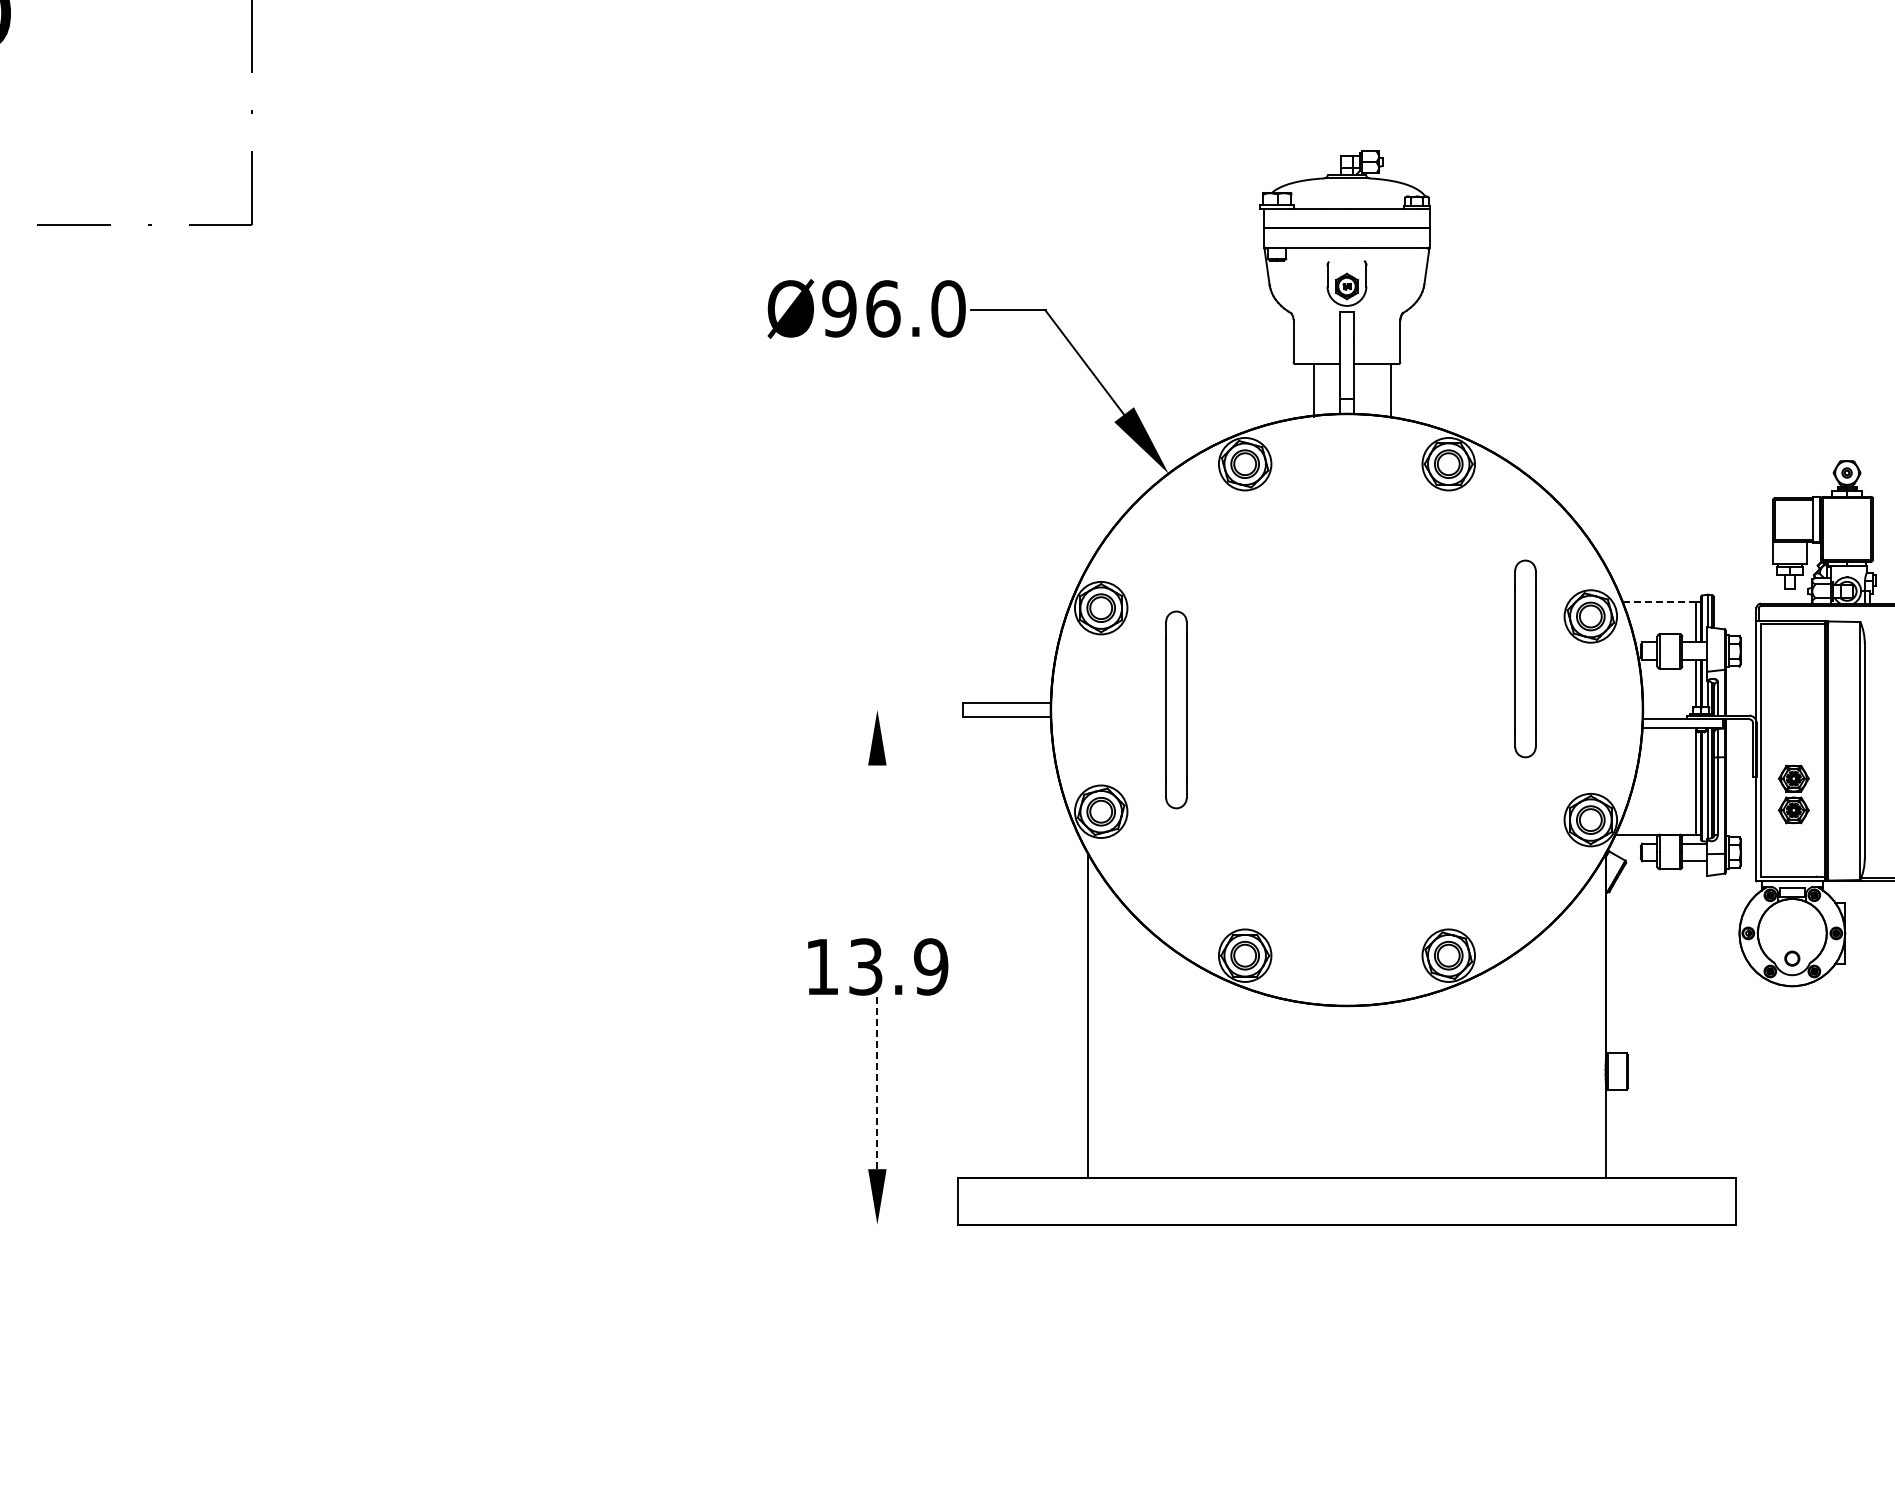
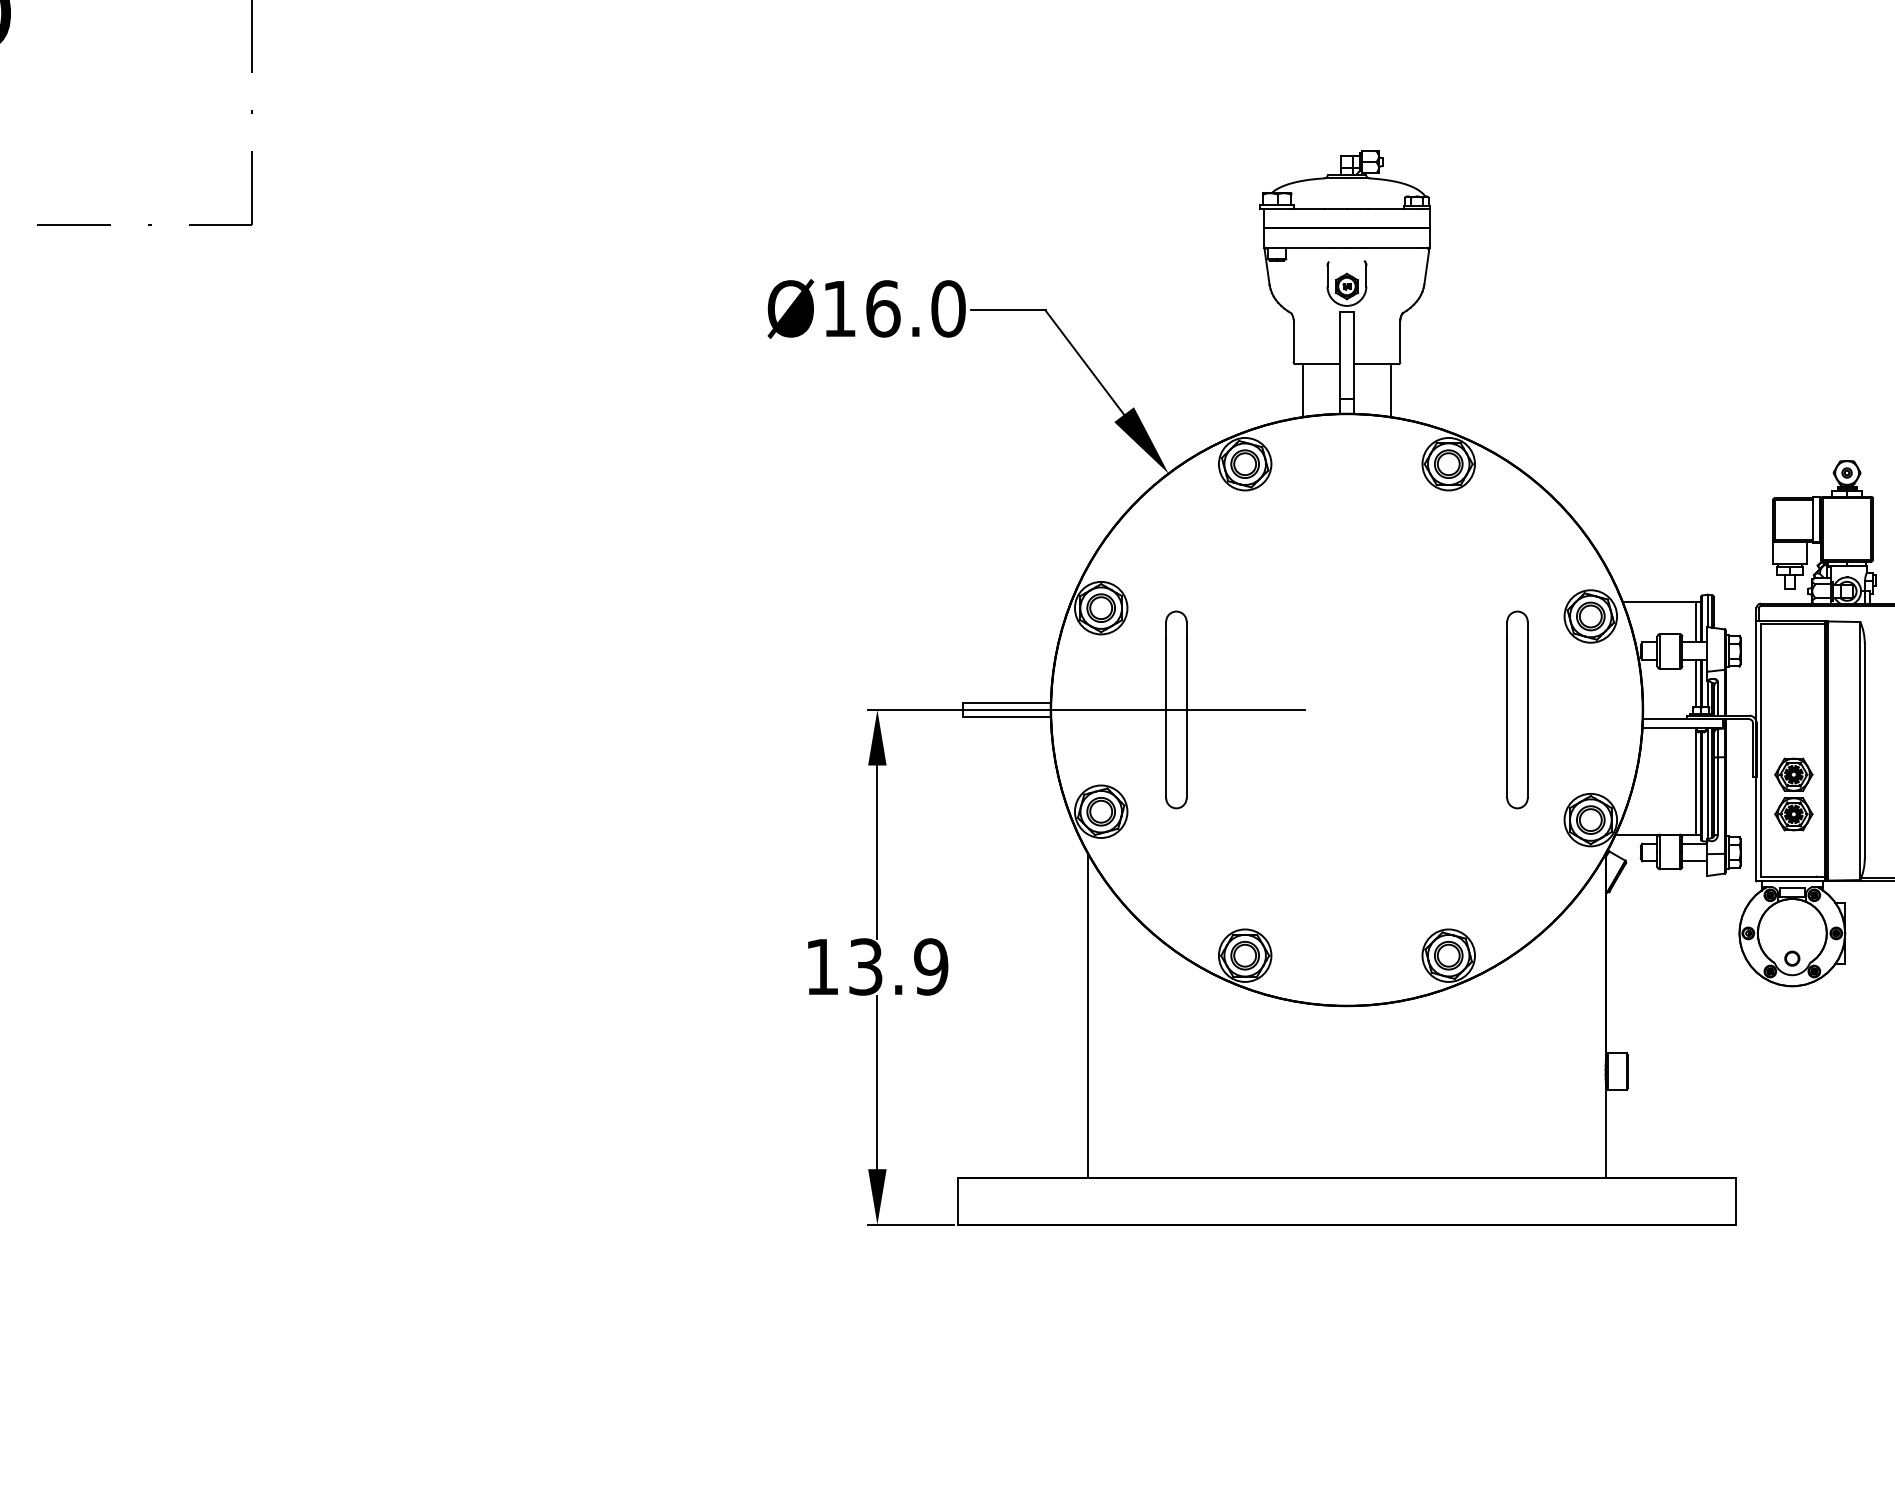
text at (839, 308): Ø96.0 -> Ø16.0
line at (1314, 390) position: (1314, 390) -> (1303, 390)
line at (1659, 602): dashed -> solid
part at (1525, 658) position: (1525, 658) -> (1517, 709)
line at (1086, 709): none -> present
part at (1793, 794) size: 32x61 px -> 40x75 px
line at (877, 851): none -> present
line at (877, 1082): dashed -> solid
line at (910, 1224): none -> present
